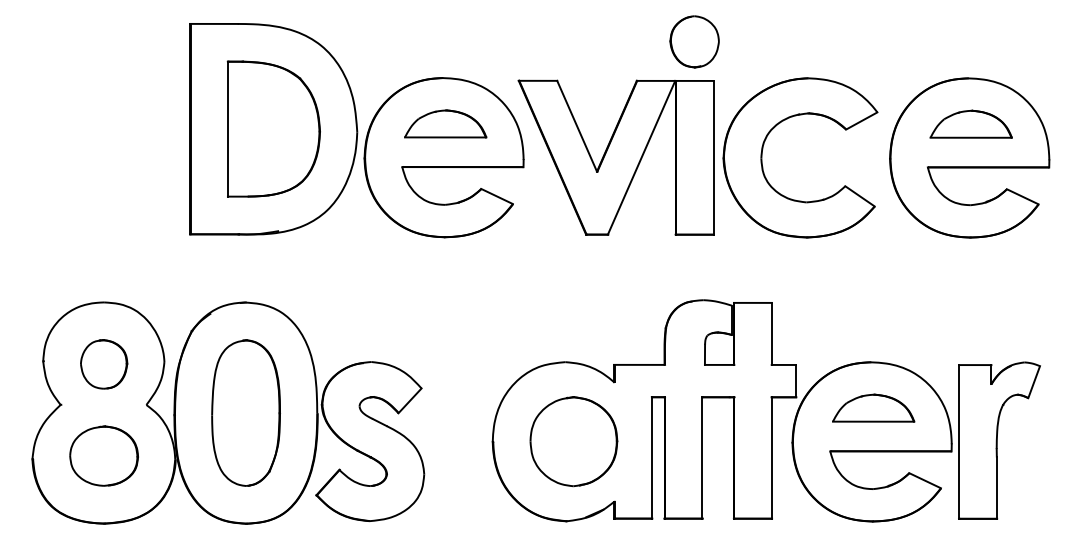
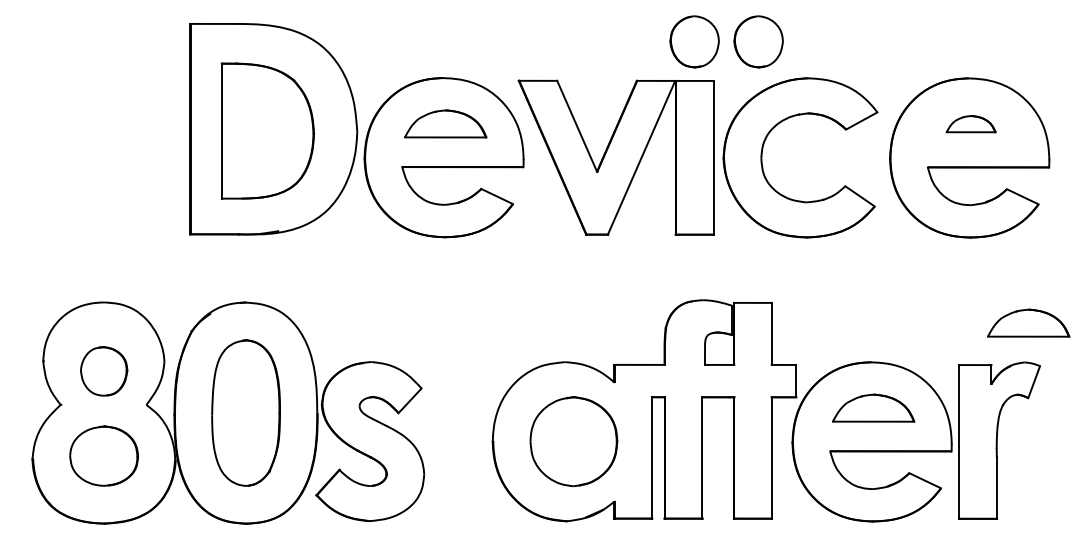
part at (758, 41): none -> present
part at (970, 123) size: 84x30 px -> 52x19 px
part at (273, 128) position: (273, 128) -> (267, 130)
part at (1028, 322): none -> present
part at (104, 364) position: (104, 364) -> (104, 371)
